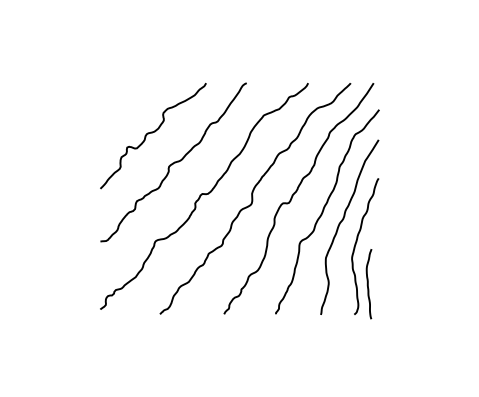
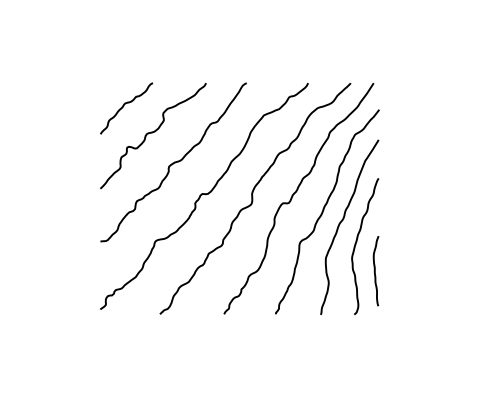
curve at (124, 106): none -> present
curve at (368, 284) position: (368, 284) -> (375, 271)
